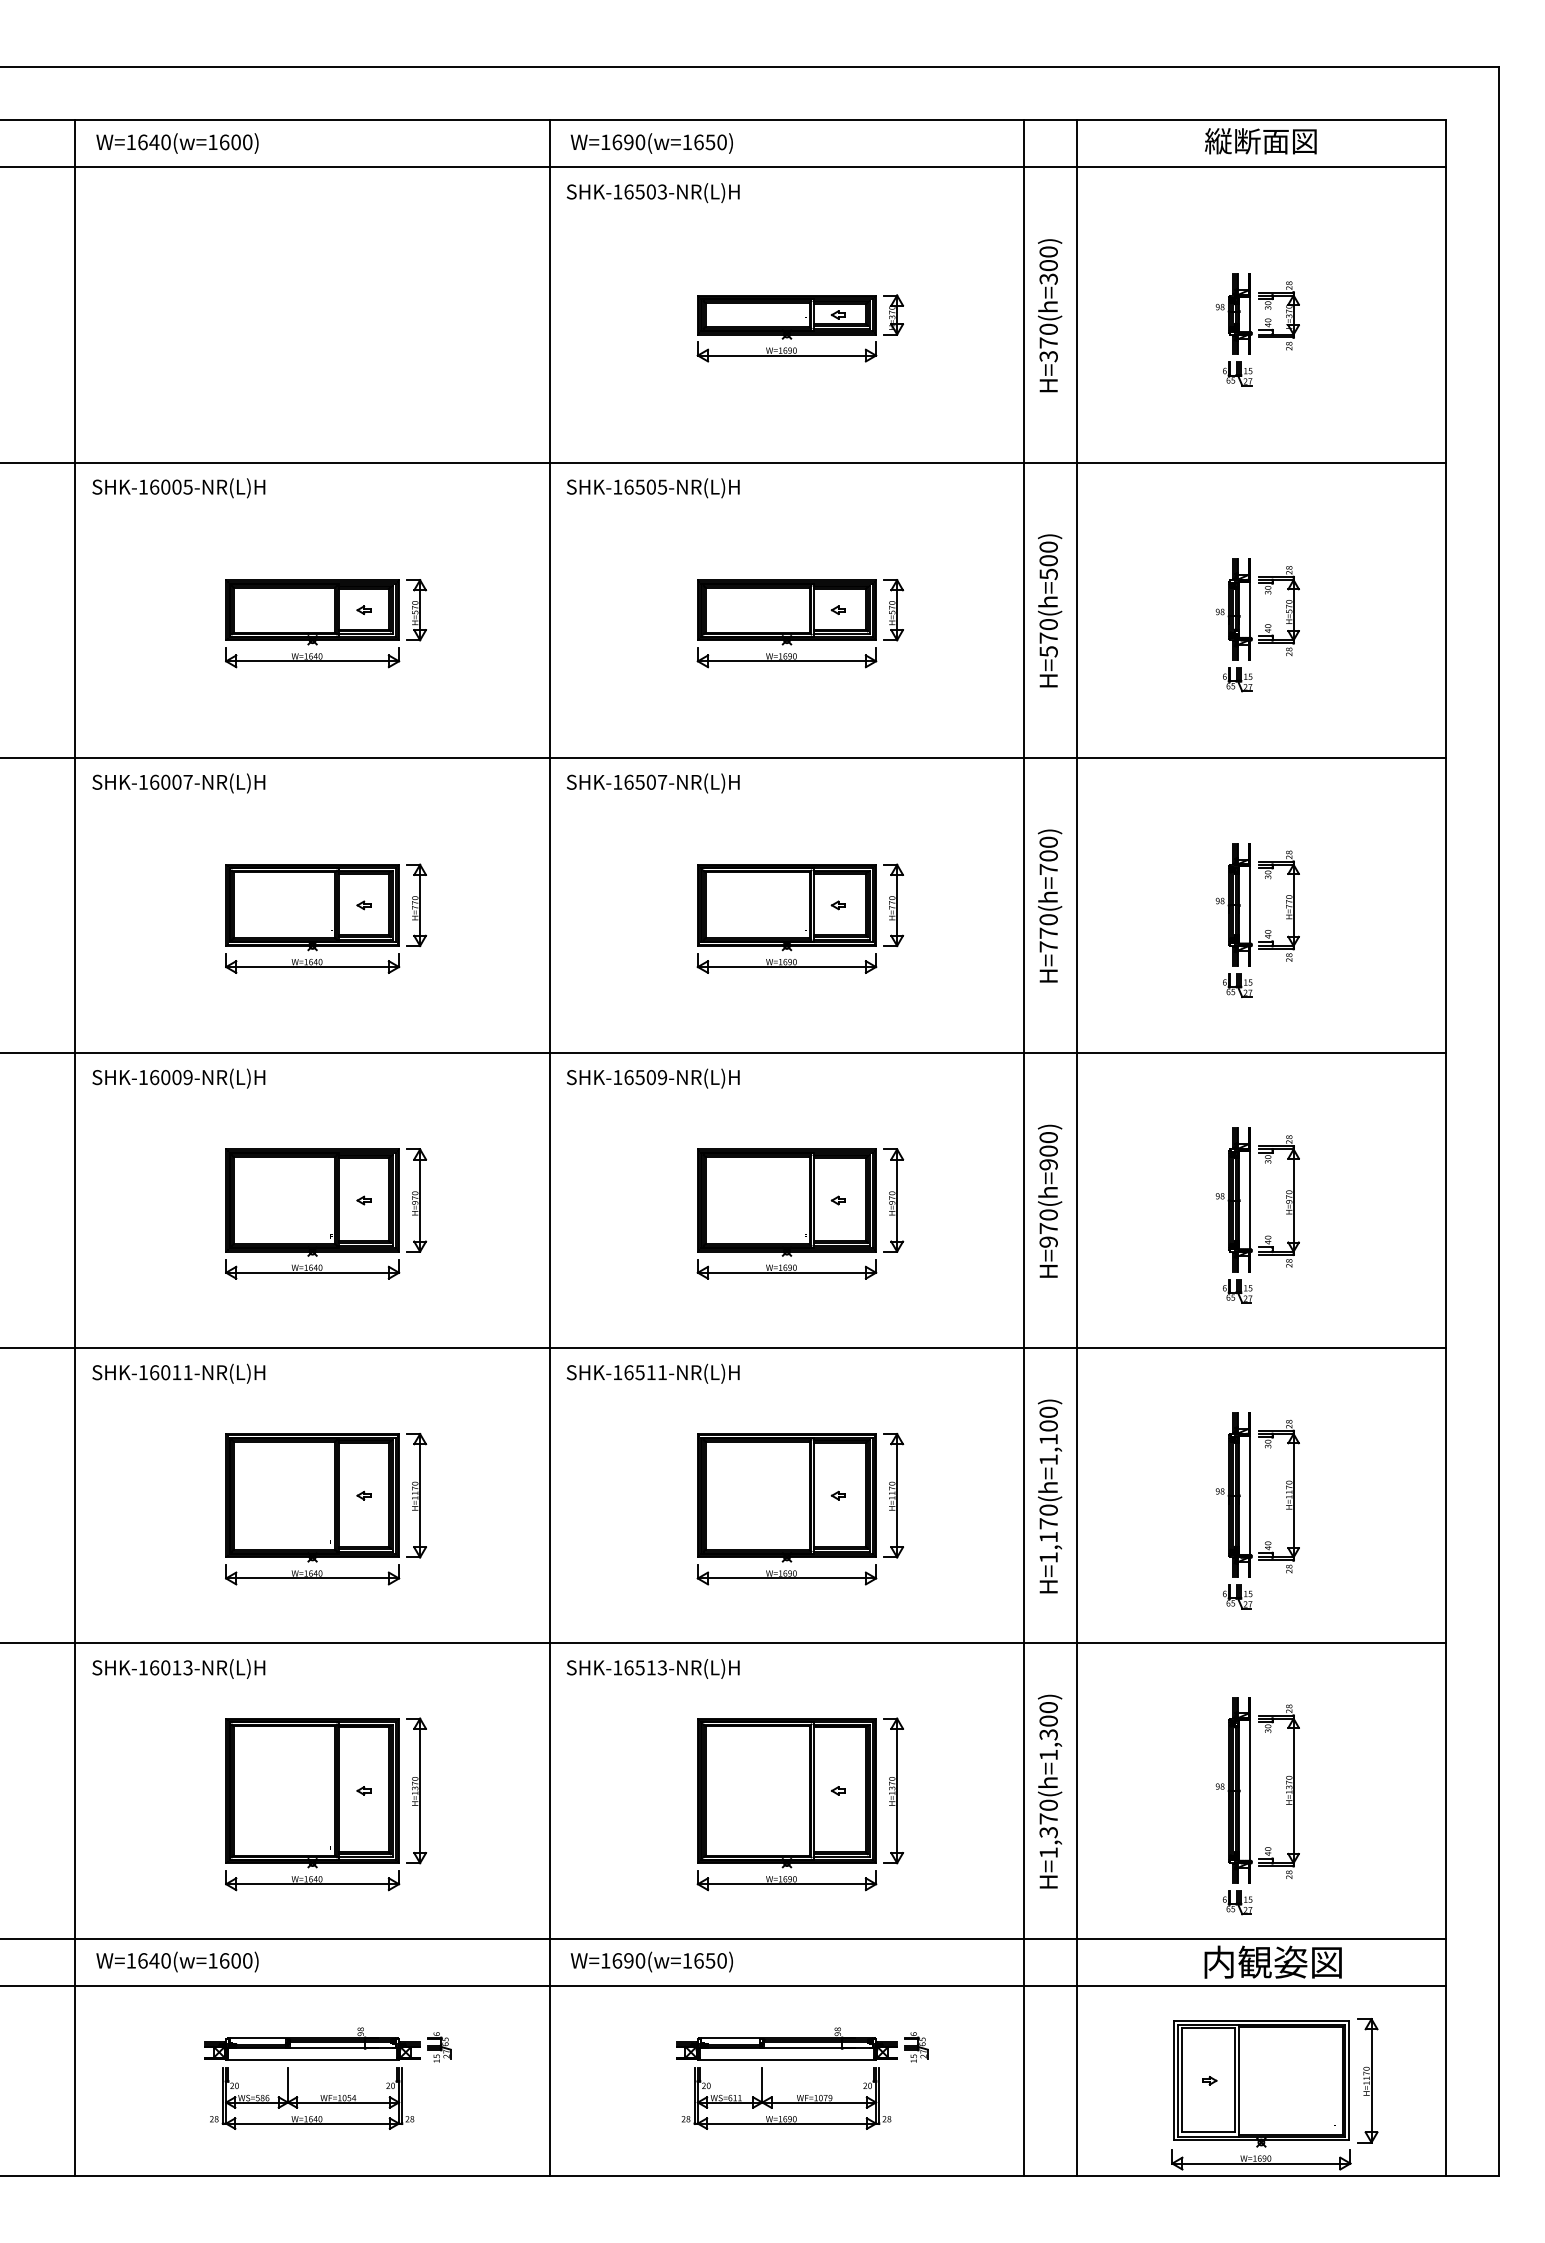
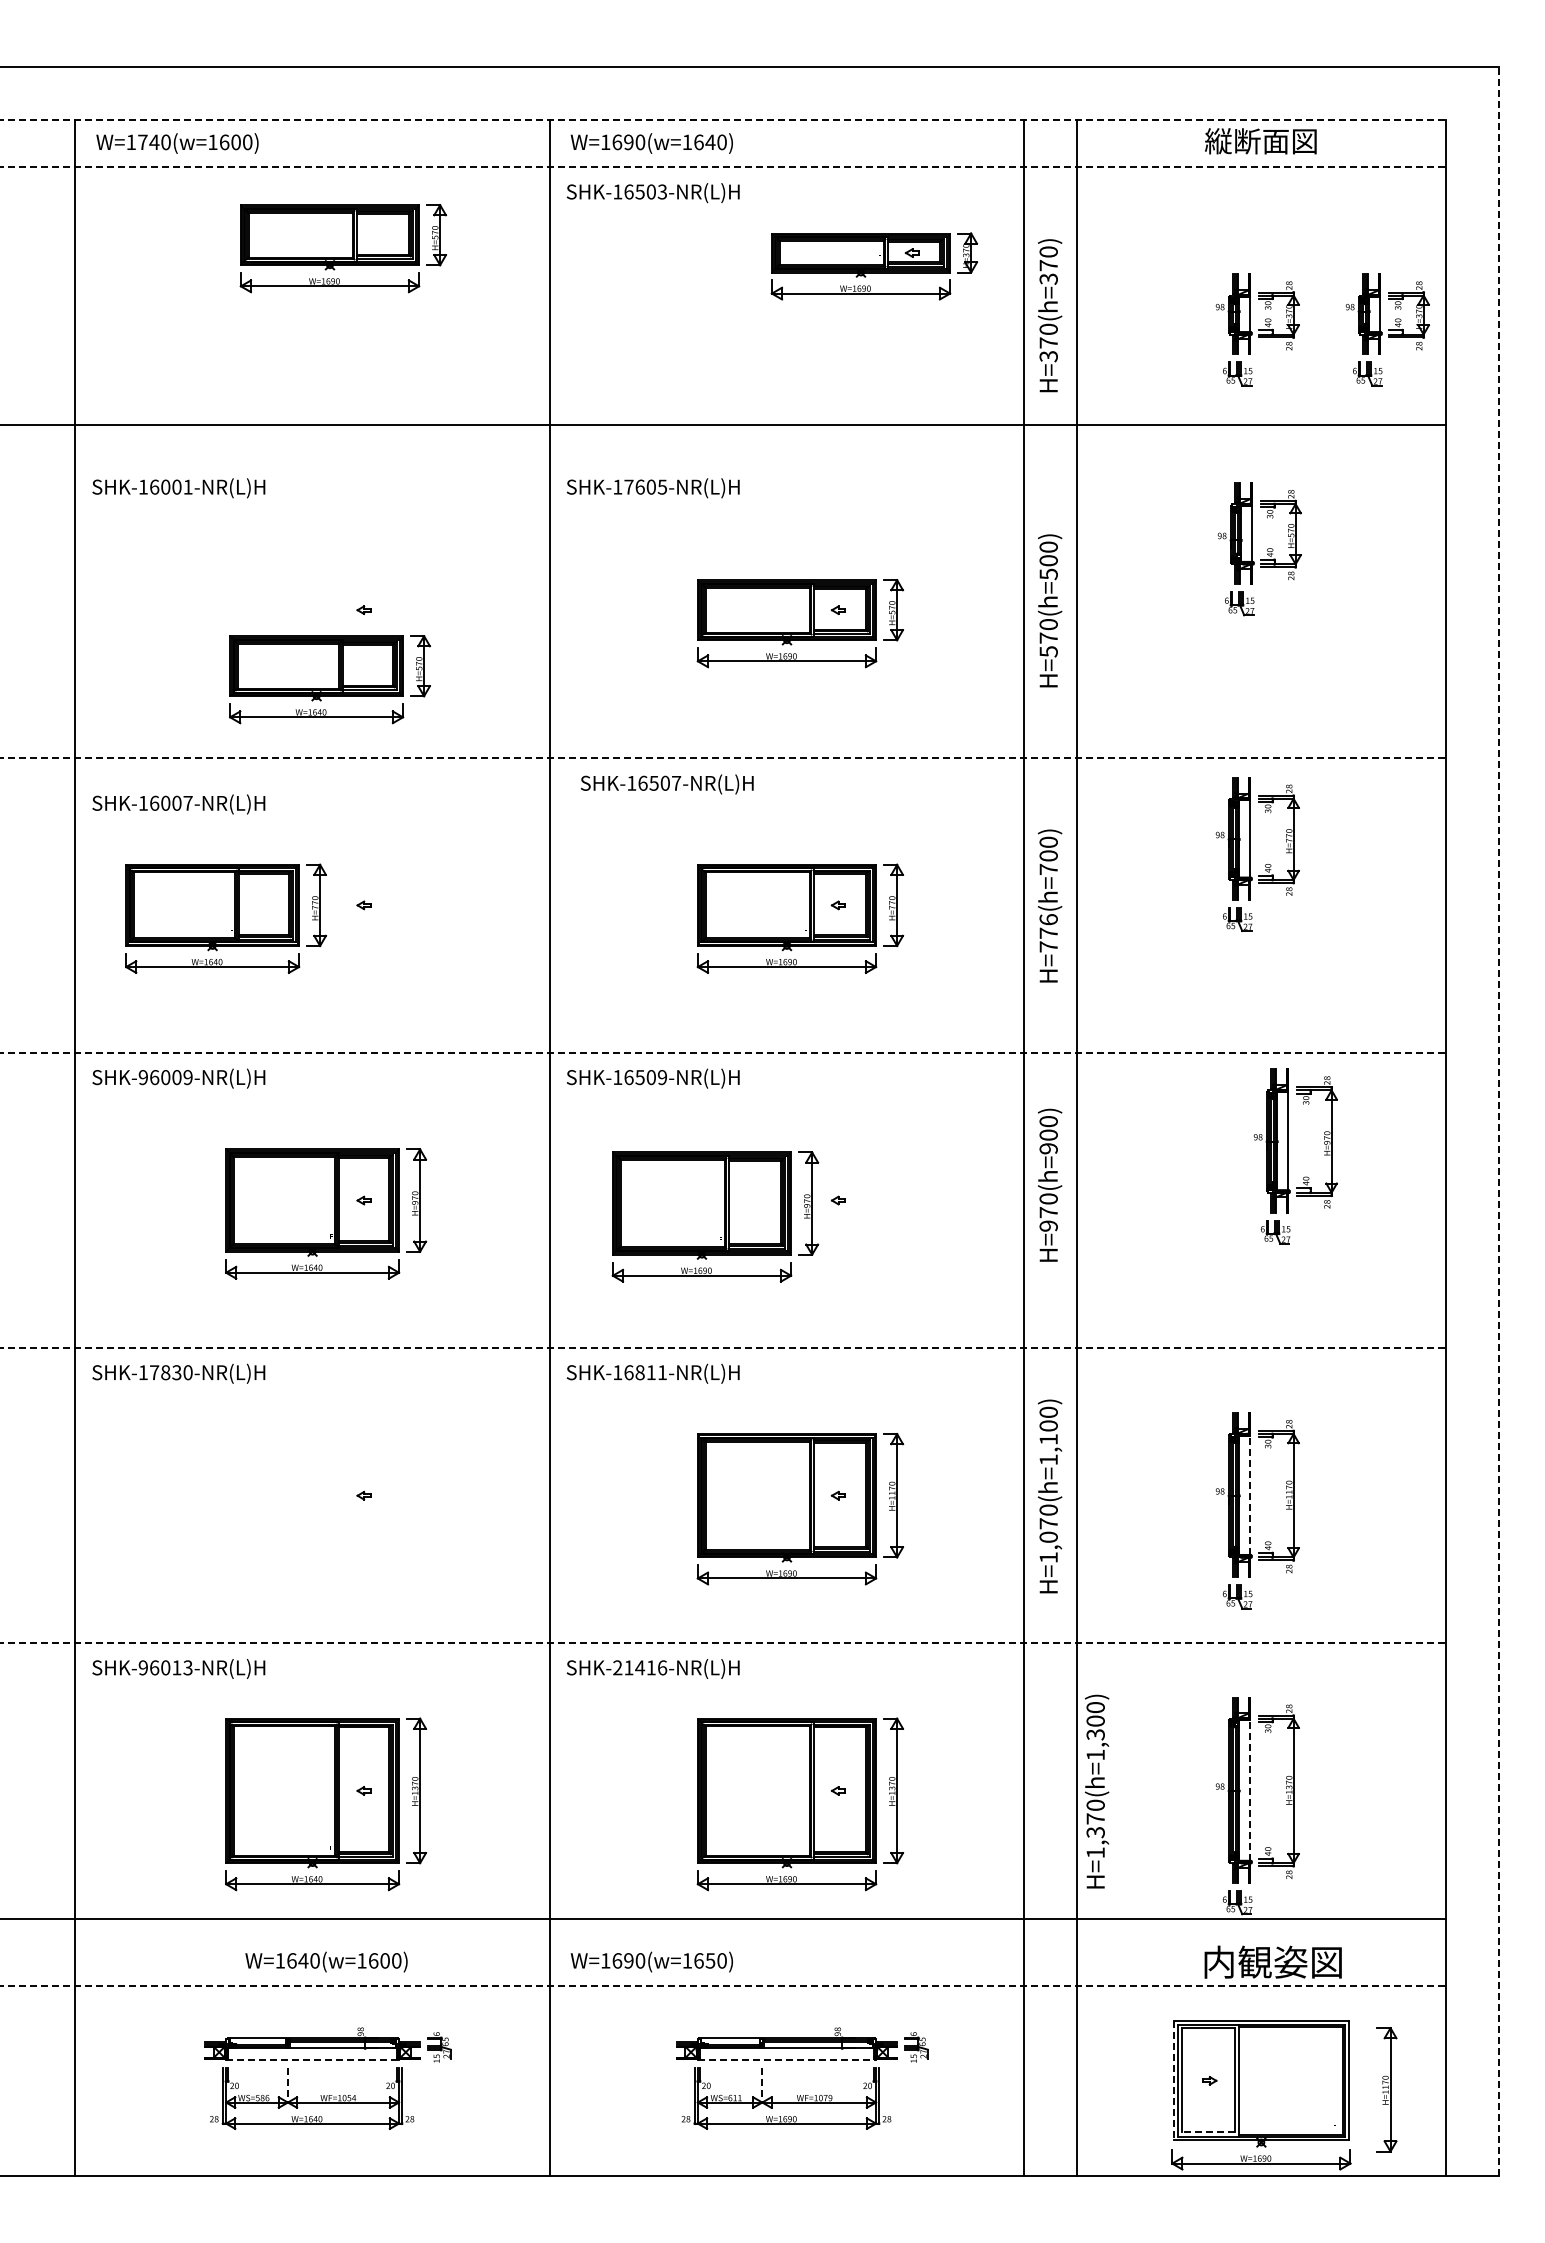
line at (723, 120): solid -> dashed
text at (142, 142): W=1640(w=1600) -> W=1740(w=1600)
text at (710, 142): W=1690(w=1650) -> W=1690(w=1640)
line at (723, 167): solid -> dashed
part at (343, 248): none -> present
text at (1048, 265): H=370(h=300) -> H=370(h=370)
part at (799, 328) position: (799, 328) -> (873, 266)
part at (1387, 329): none -> present
line at (723, 462) position: (723, 462) -> (723, 424)
text at (187, 486): SHK-16005-NR(L)H -> SHK-16001-NR(L)H
text at (634, 486): SHK-16505-NR(L)H -> SHK-17605-NR(L)H
part at (325, 623) position: (325, 623) -> (329, 679)
part at (1250, 625) position: (1250, 625) -> (1252, 549)
line at (723, 757): solid -> dashed
text at (178, 783) position: (178, 783) -> (178, 804)
text at (652, 783) position: (652, 783) -> (666, 784)
part at (325, 918) position: (325, 918) -> (225, 918)
text at (1048, 919): H=770(h=700) -> H=776(h=700)
part at (1250, 920) position: (1250, 920) -> (1250, 854)
line at (723, 1052): solid -> dashed
text at (142, 1077): SHK-16009-NR(L)H -> SHK-96009-NR(L)H
line at (1498, 1121): solid -> dashed
text at (1050, 1200) position: (1050, 1200) -> (1050, 1184)
part at (800, 1213) position: (800, 1213) -> (715, 1216)
part at (1250, 1215) position: (1250, 1215) -> (1288, 1156)
line at (723, 1348): solid -> dashed
text at (171, 1372): SHK-16011-NR(L)H -> SHK-17830-NR(L)H
text at (639, 1372): SHK-16511-NR(L)H -> SHK-16811-NR(L)H
line at (1250, 1495): solid -> dashed
part at (326, 1509): present -> none
text at (1048, 1536): H=1,170(h=1,100) -> H=1,070(h=1,100)
line at (723, 1643): solid -> dashed
text at (142, 1667): SHK-16013-NR(L)H -> SHK-96013-NR(L)H
text at (640, 1667): SHK-16513-NR(L)H -> SHK-21416-NR(L)H
line at (1250, 1790): solid -> dashed
text at (1050, 1791) position: (1050, 1791) -> (1097, 1791)
line at (723, 1938) position: (723, 1938) -> (723, 1918)
text at (177, 1961) position: (177, 1961) -> (326, 1961)
line at (723, 1985): solid -> dashed
line at (313, 2060): solid -> dashed
line at (787, 2060): solid -> dashed
line at (1173, 2080): solid -> dashed
part at (1367, 2080) position: (1367, 2080) -> (1386, 2089)
line at (287, 2085): solid -> dashed
line at (762, 2085): solid -> dashed
line at (1208, 2131): solid -> dashed
